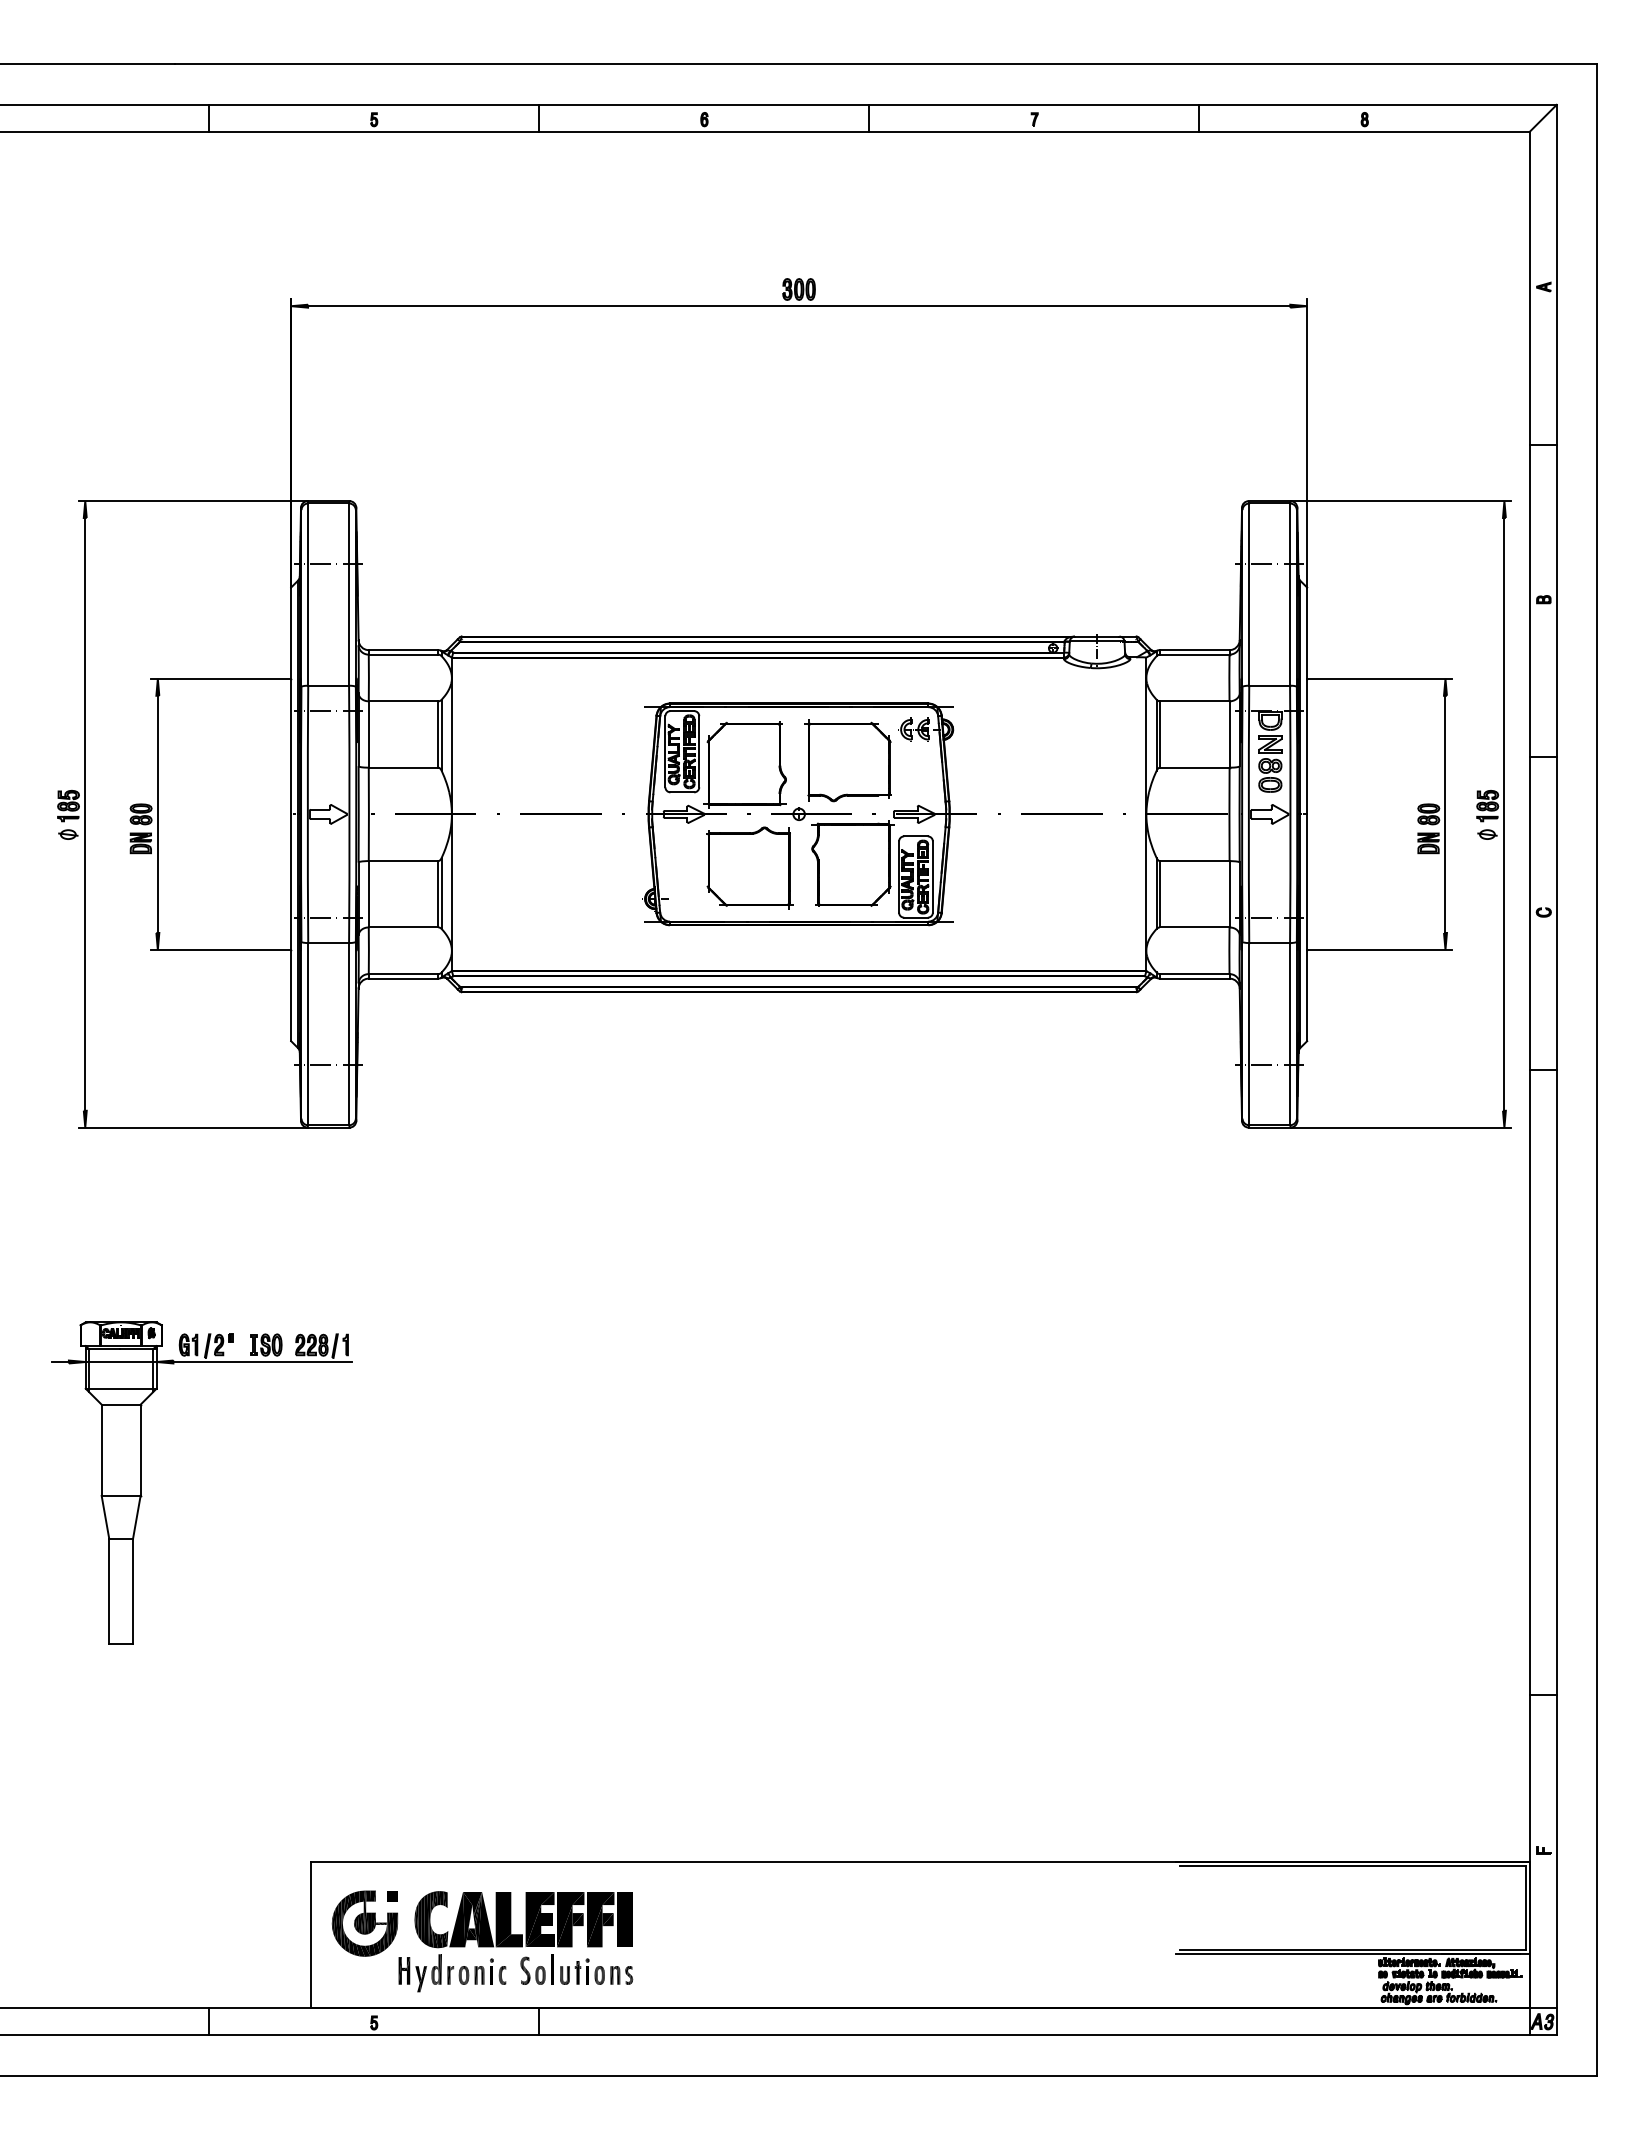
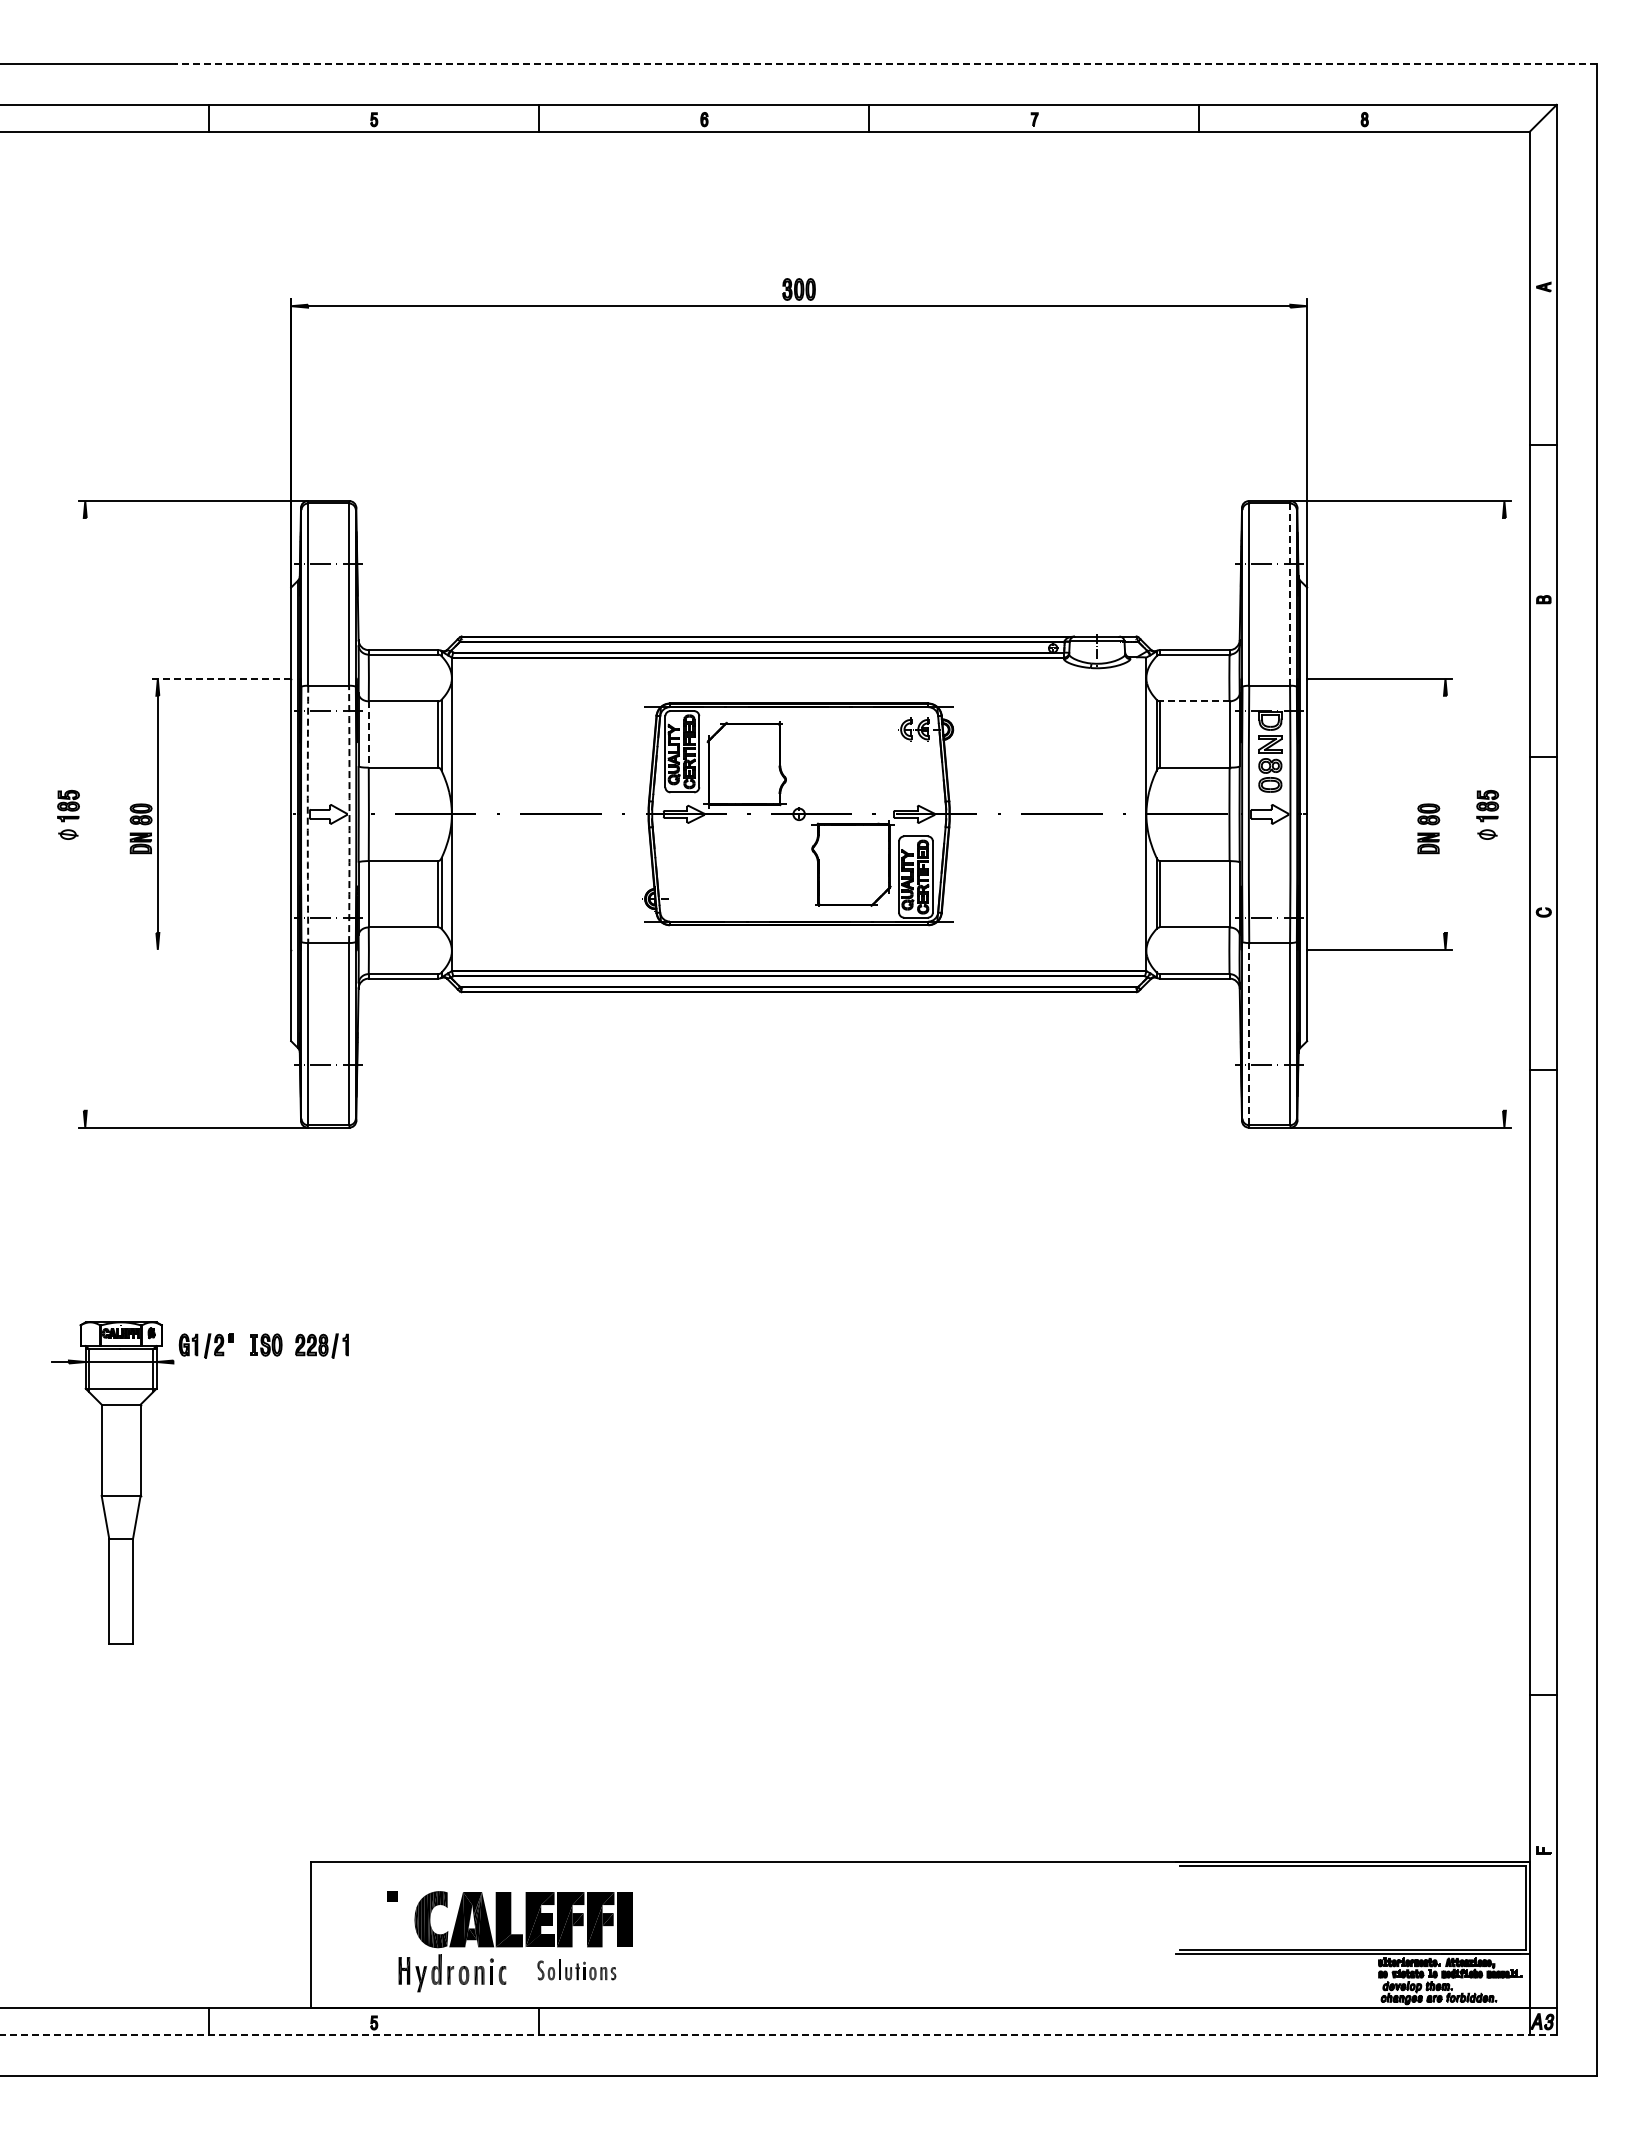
line at (885, 64): solid -> dashed
line at (1290, 595): solid -> dashed
line at (220, 678): solid -> dashed
line at (1194, 701): solid -> dashed
line at (368, 735): solid -> dashed
part at (847, 760): present -> none
line at (1445, 813): present -> none
line at (1504, 813): present -> none
line at (85, 814): present -> none
arc at (307, 814): solid -> dashed
arc at (349, 814): solid -> dashed
part at (749, 867): present -> none
line at (221, 949): present -> none
line at (1249, 1033): solid -> dashed
line at (262, 1362): present -> none
part at (364, 1923): present -> none
part at (576, 1969) size: 114x31 px -> 80x22 px
line at (778, 2035): solid -> dashed
